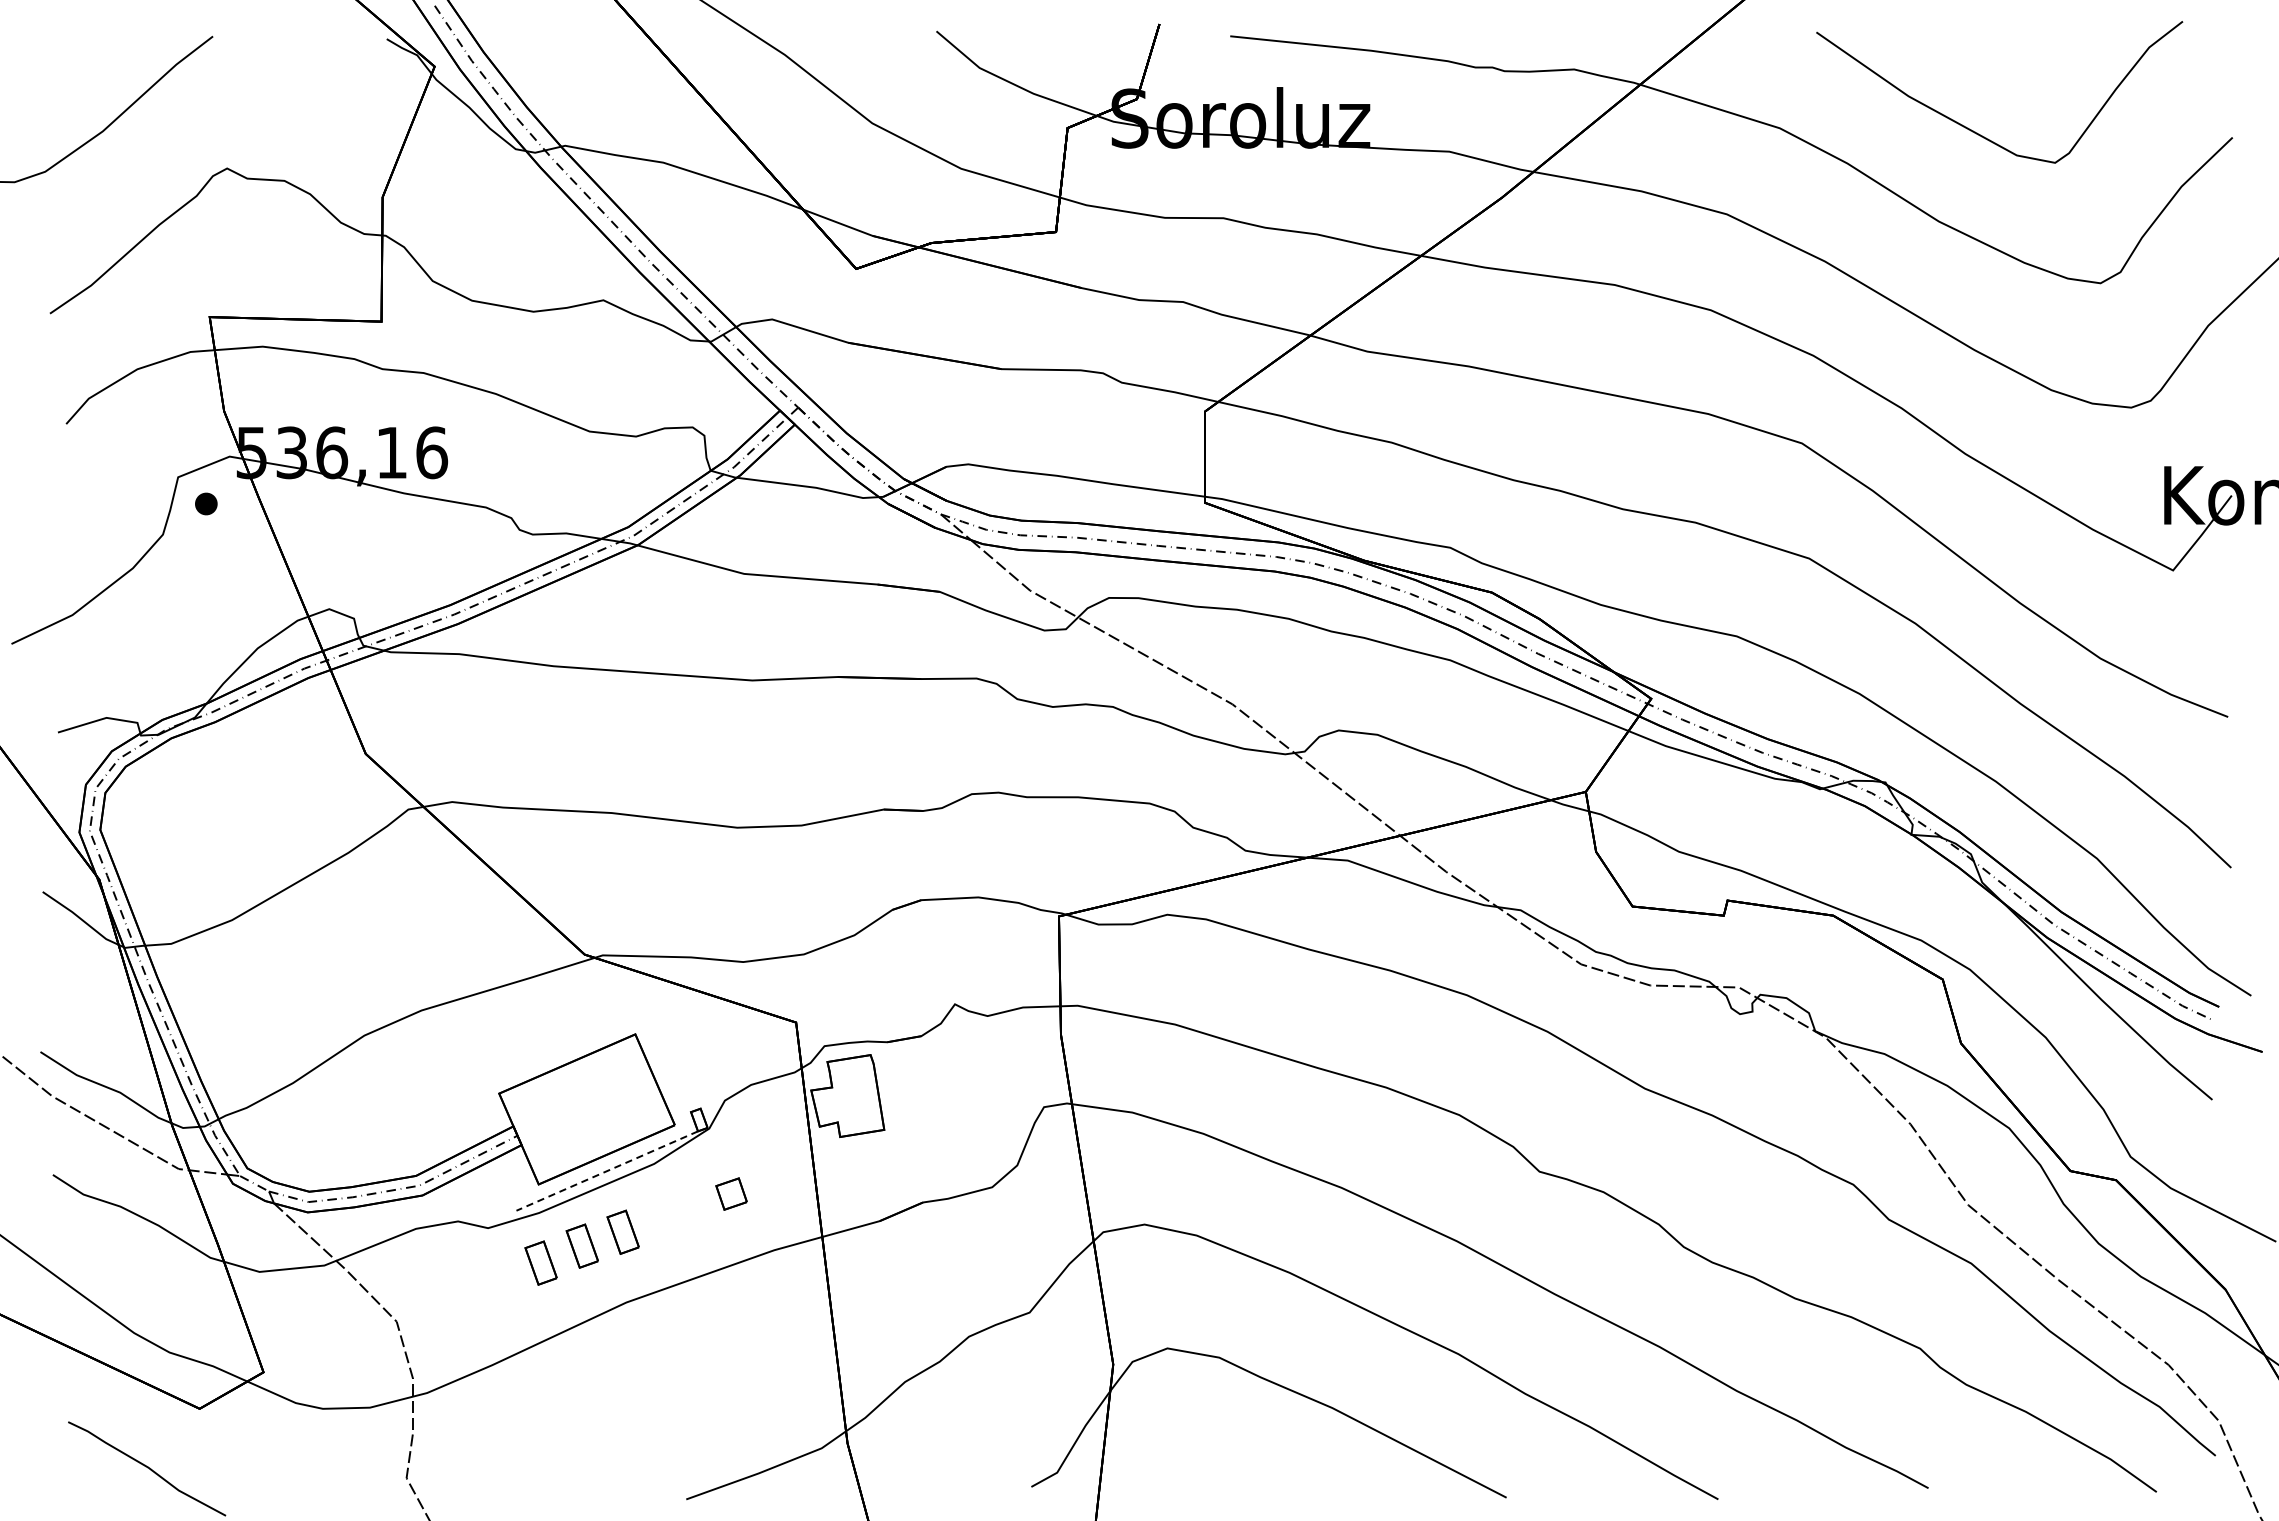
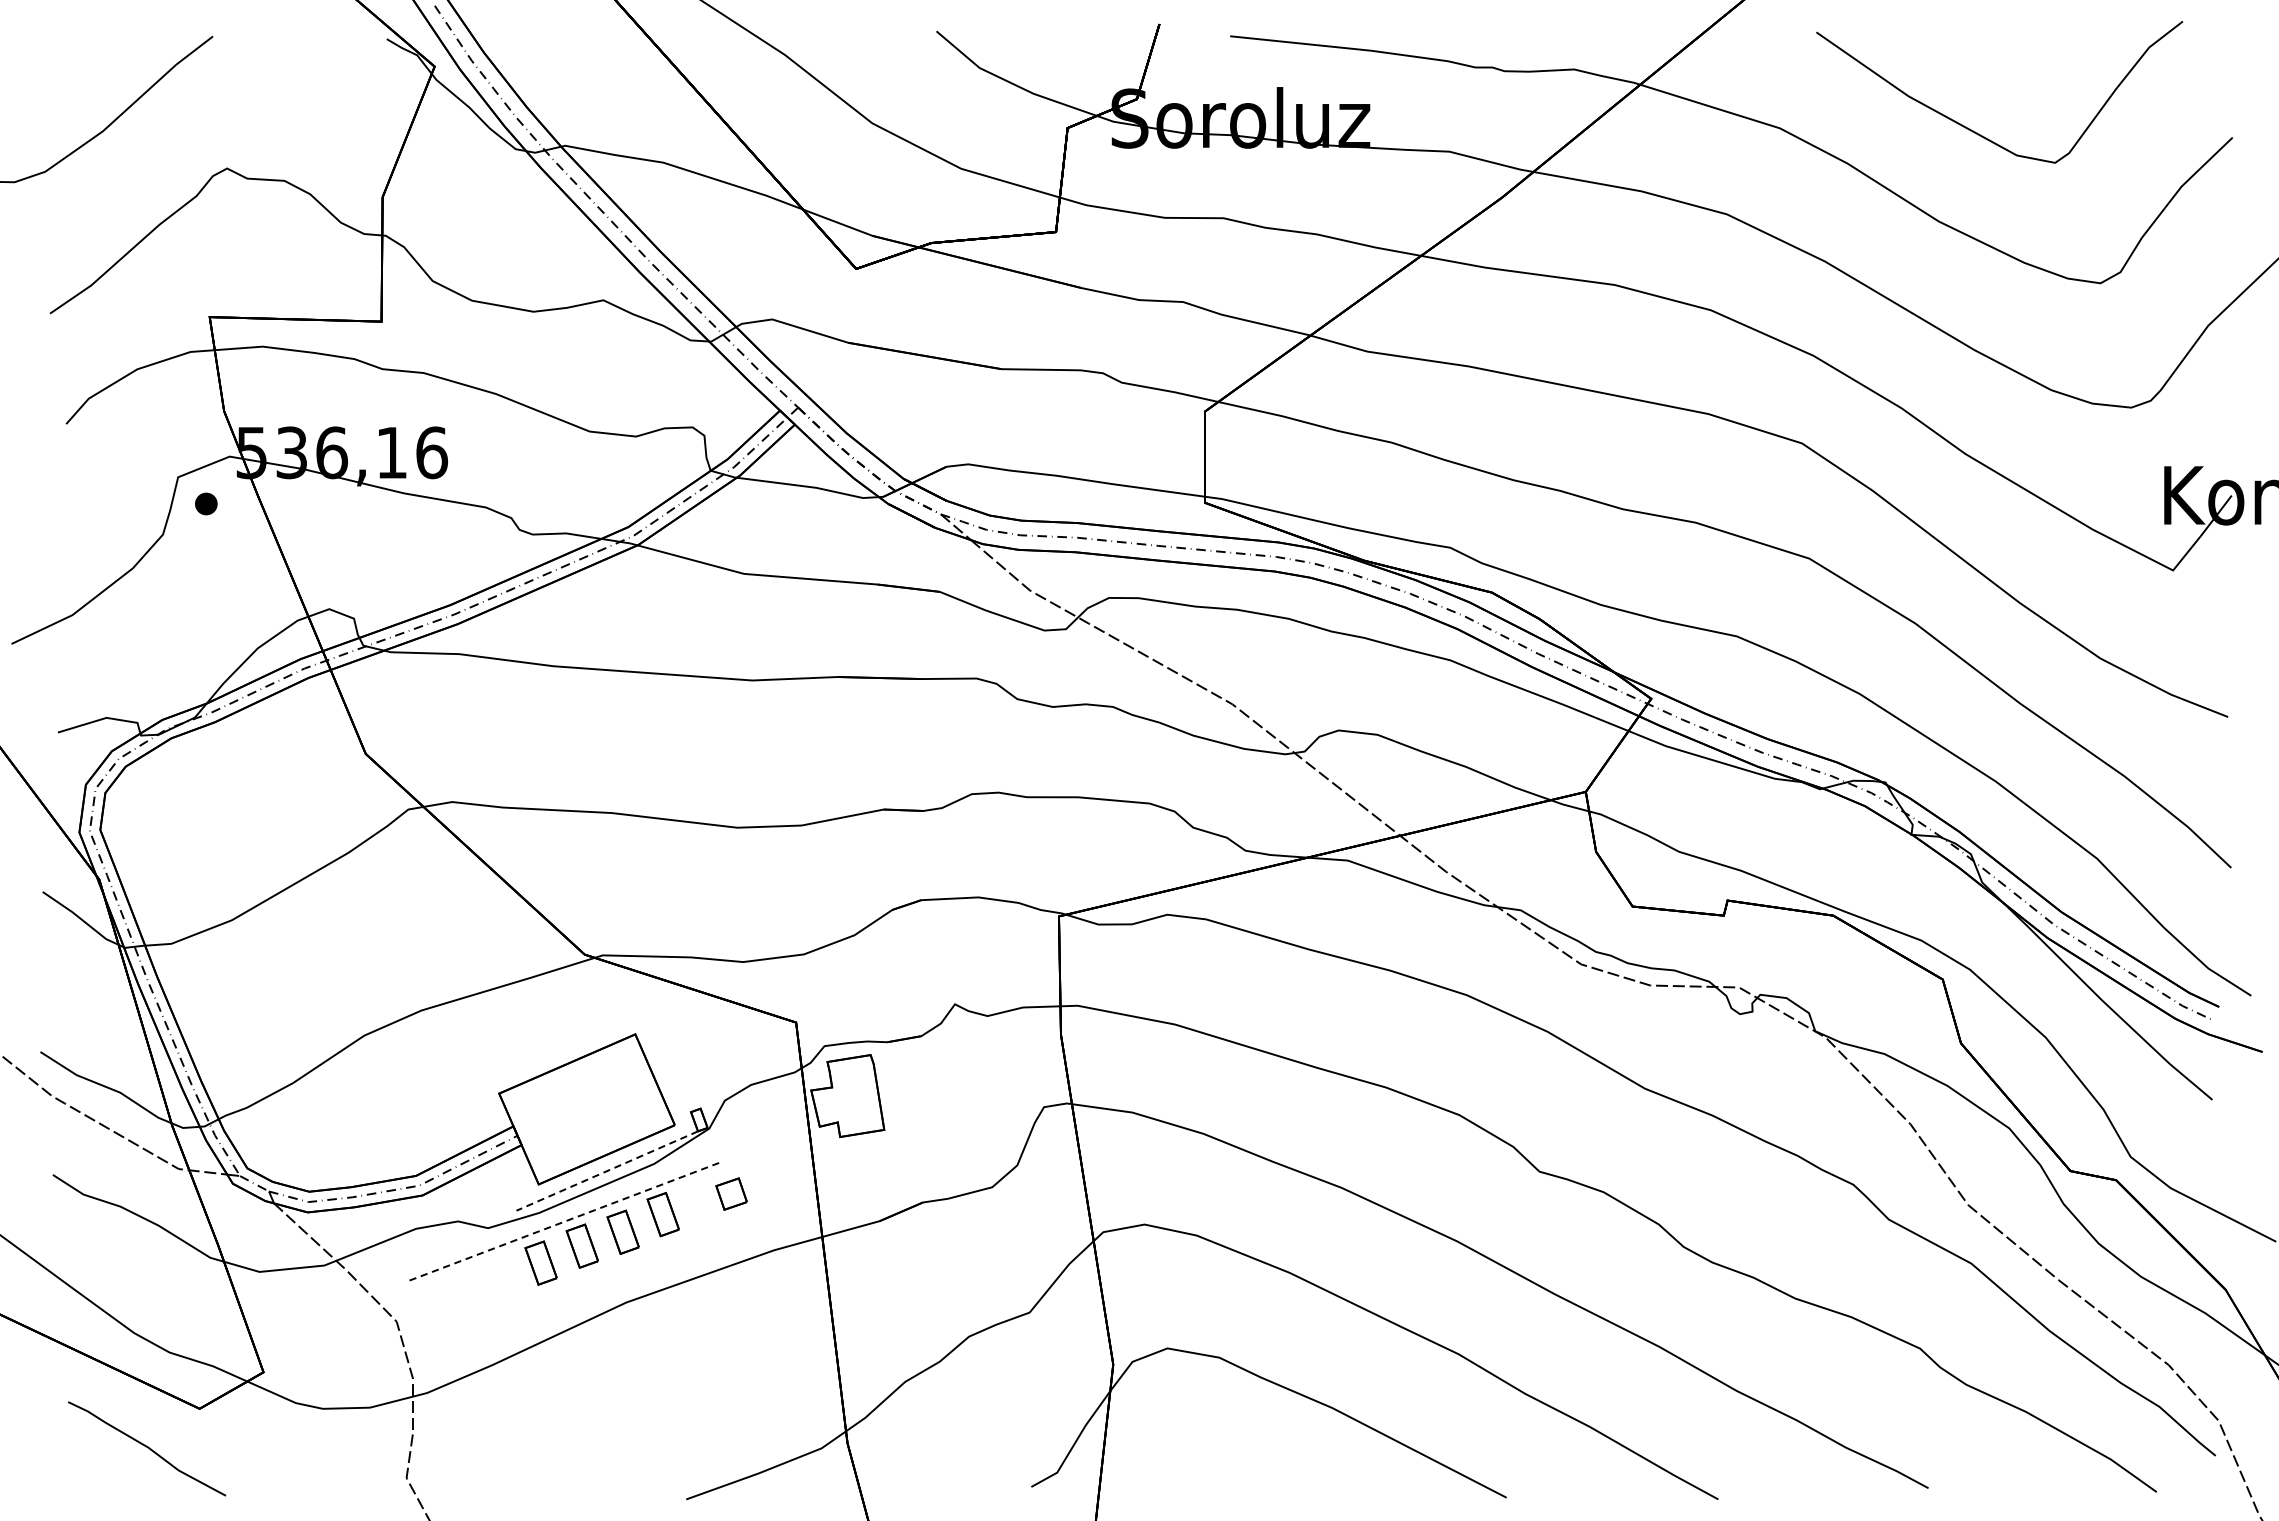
part at (564, 1221): none -> present
curve at (147, 1468) position: (147, 1468) -> (147, 1448)
